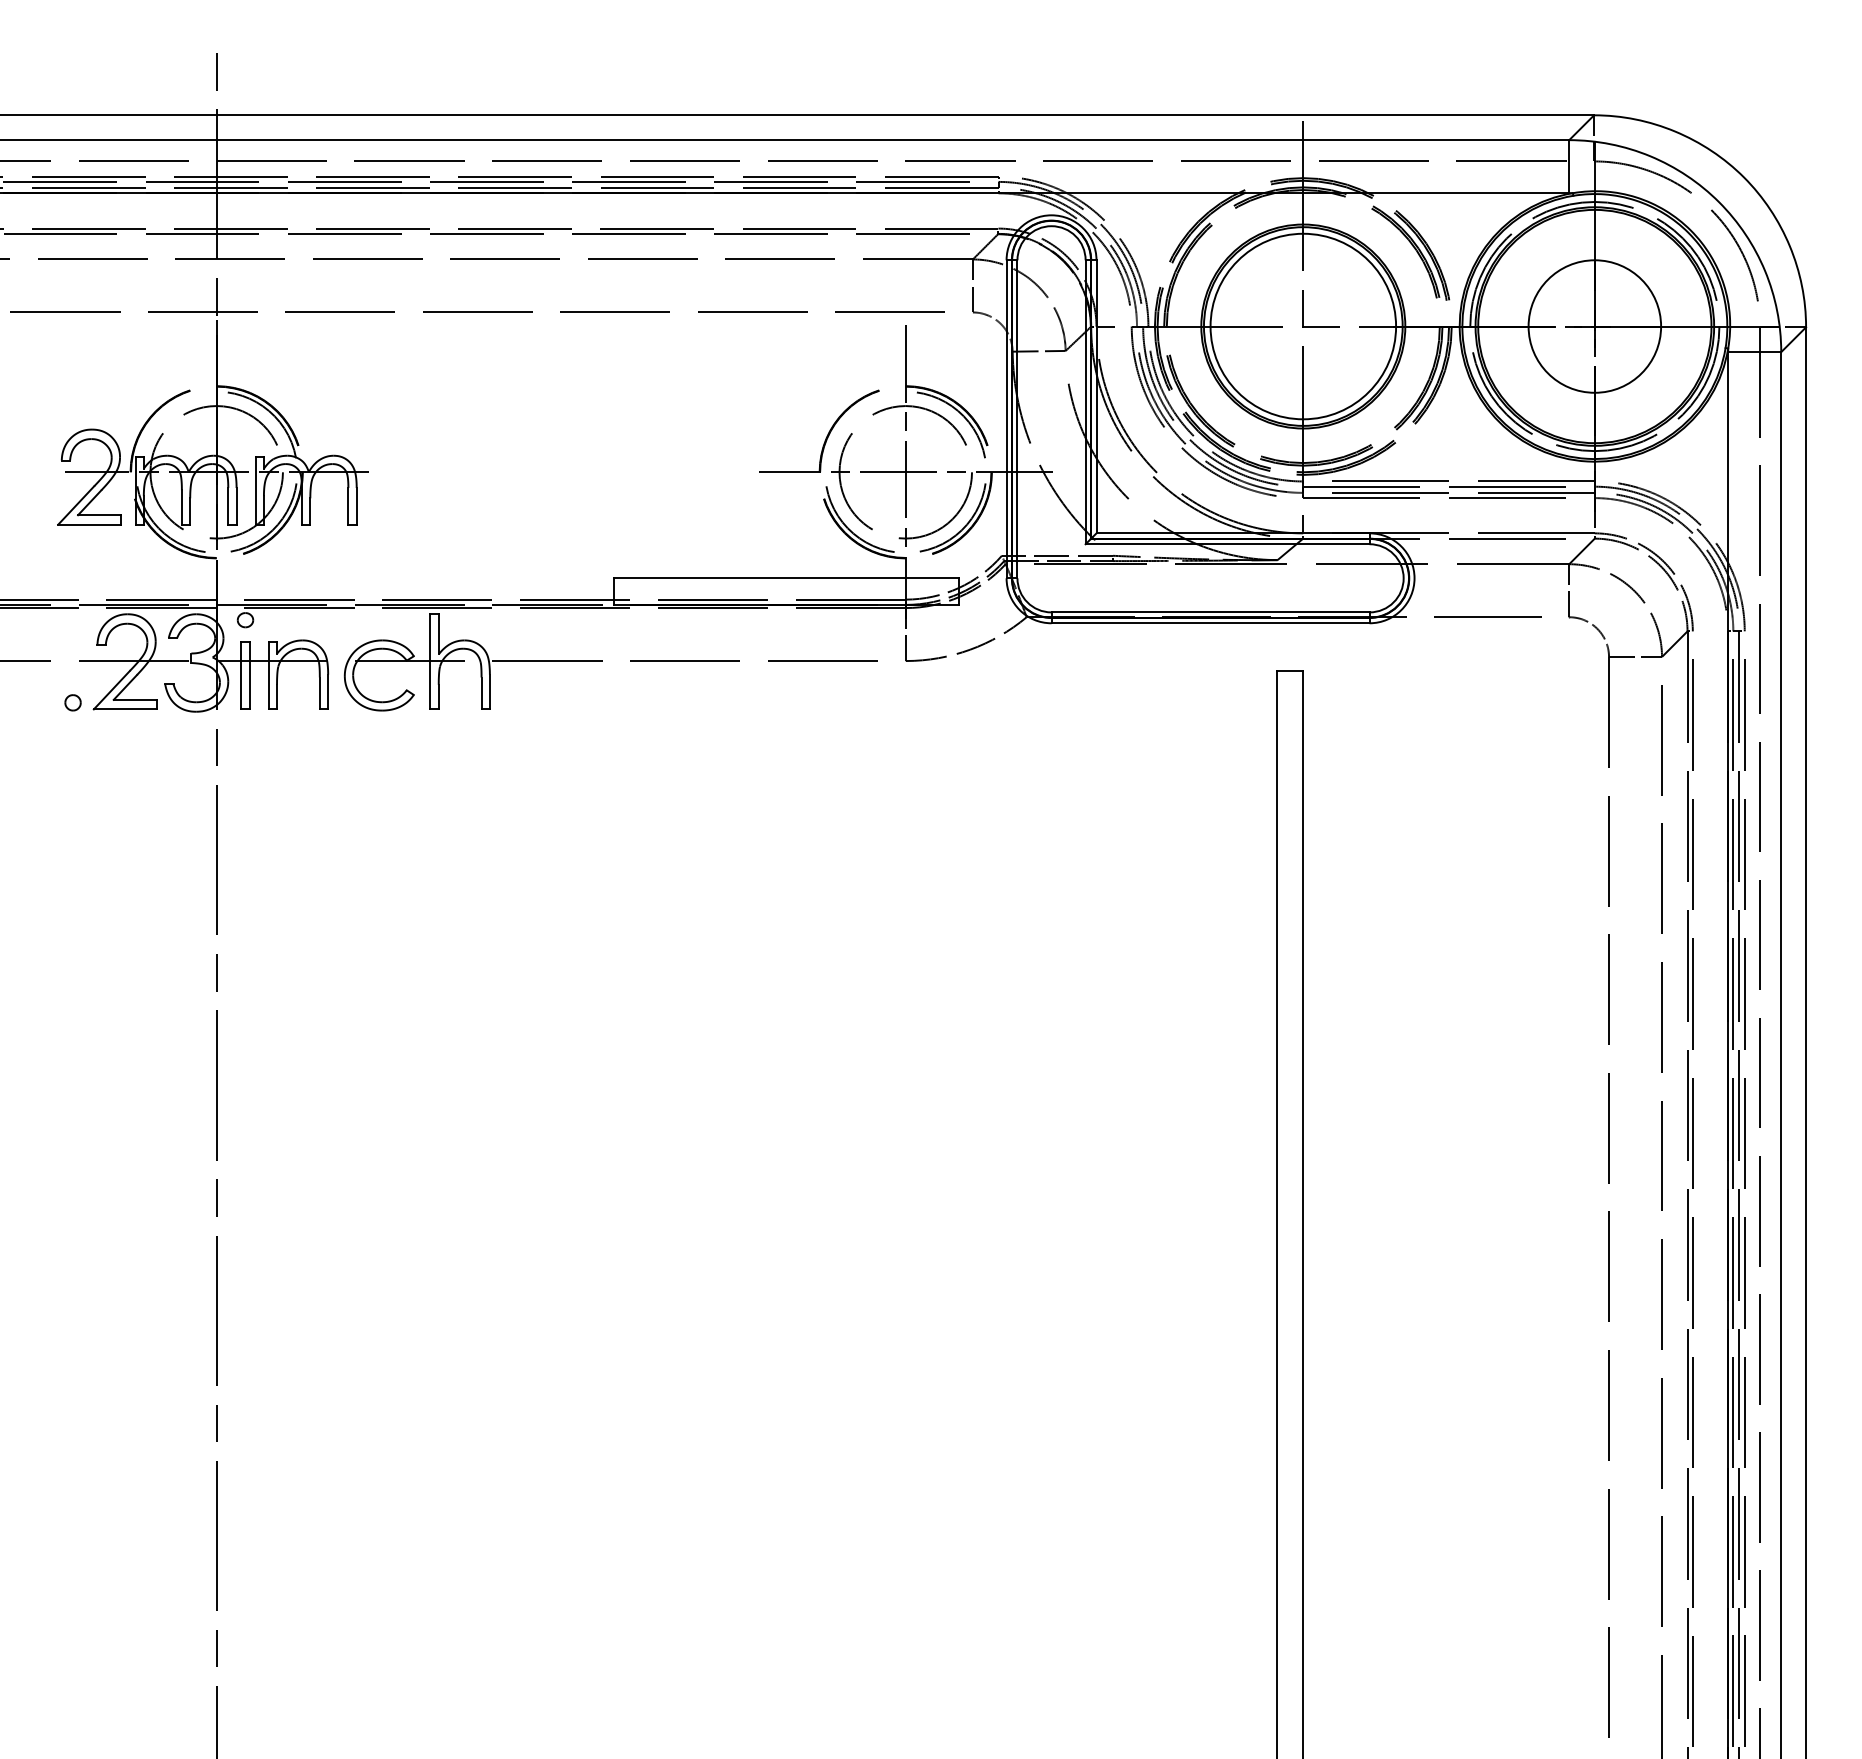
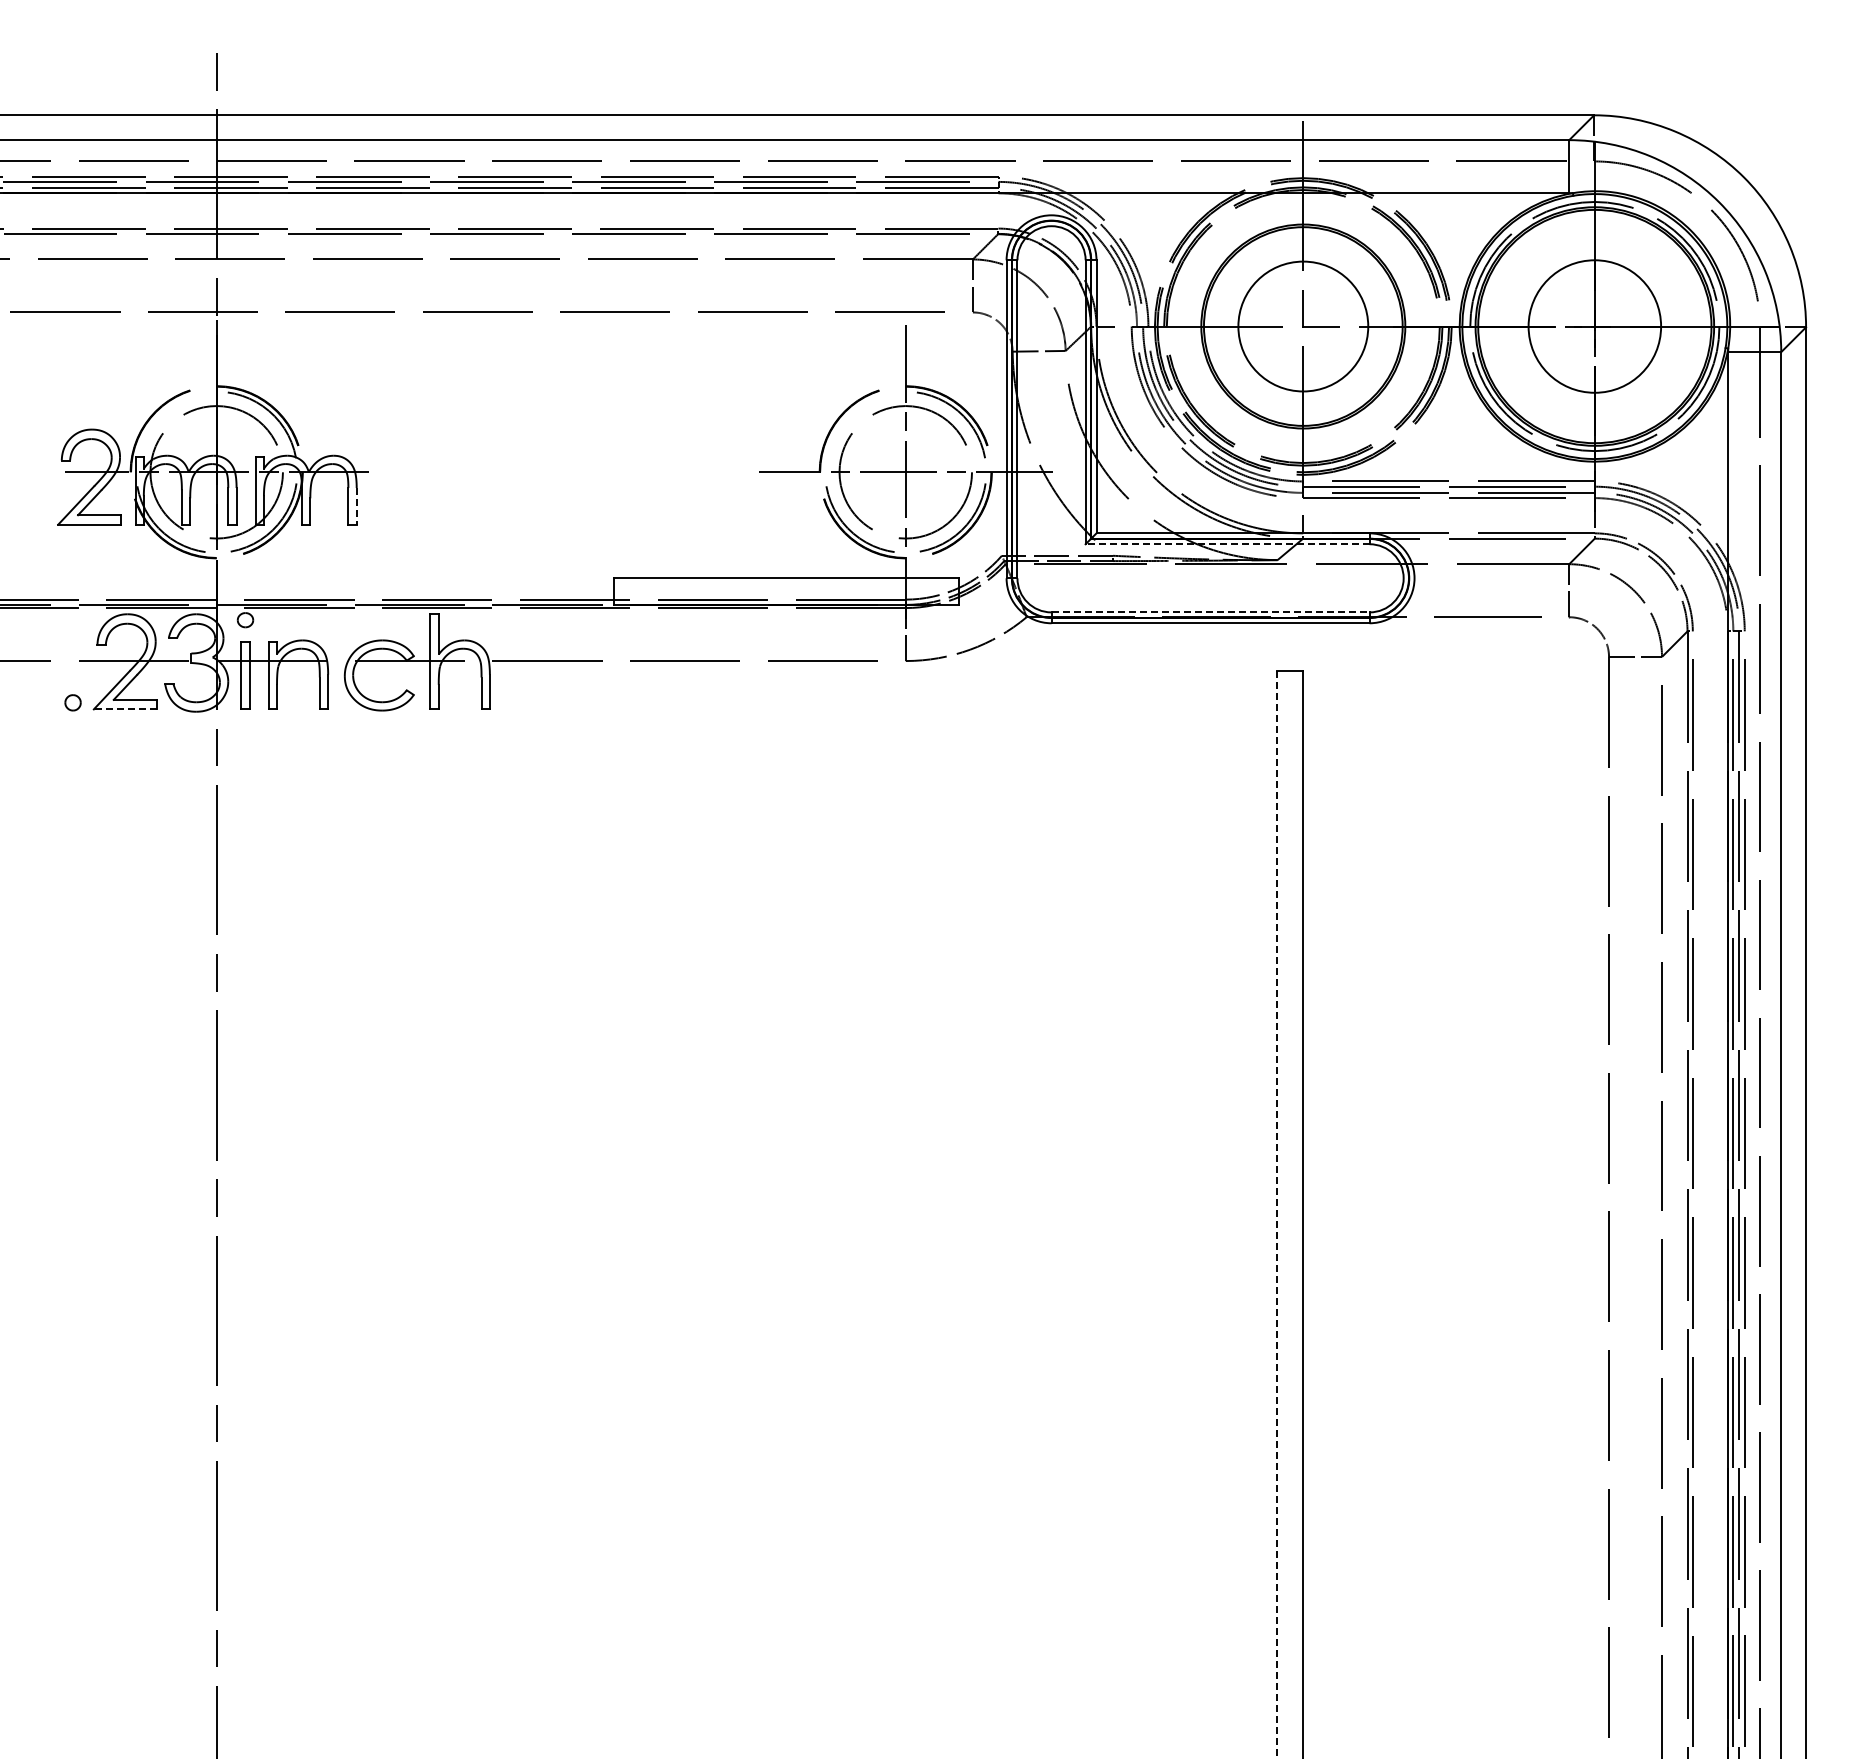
circle at (1303, 326) diameter: 186 px -> 130 px
line at (356, 506): solid -> dashed
line at (1227, 544): solid -> dashed
line at (1211, 612): solid -> dashed
line at (125, 709): solid -> dashed
line at (1276, 1215): solid -> dashed
